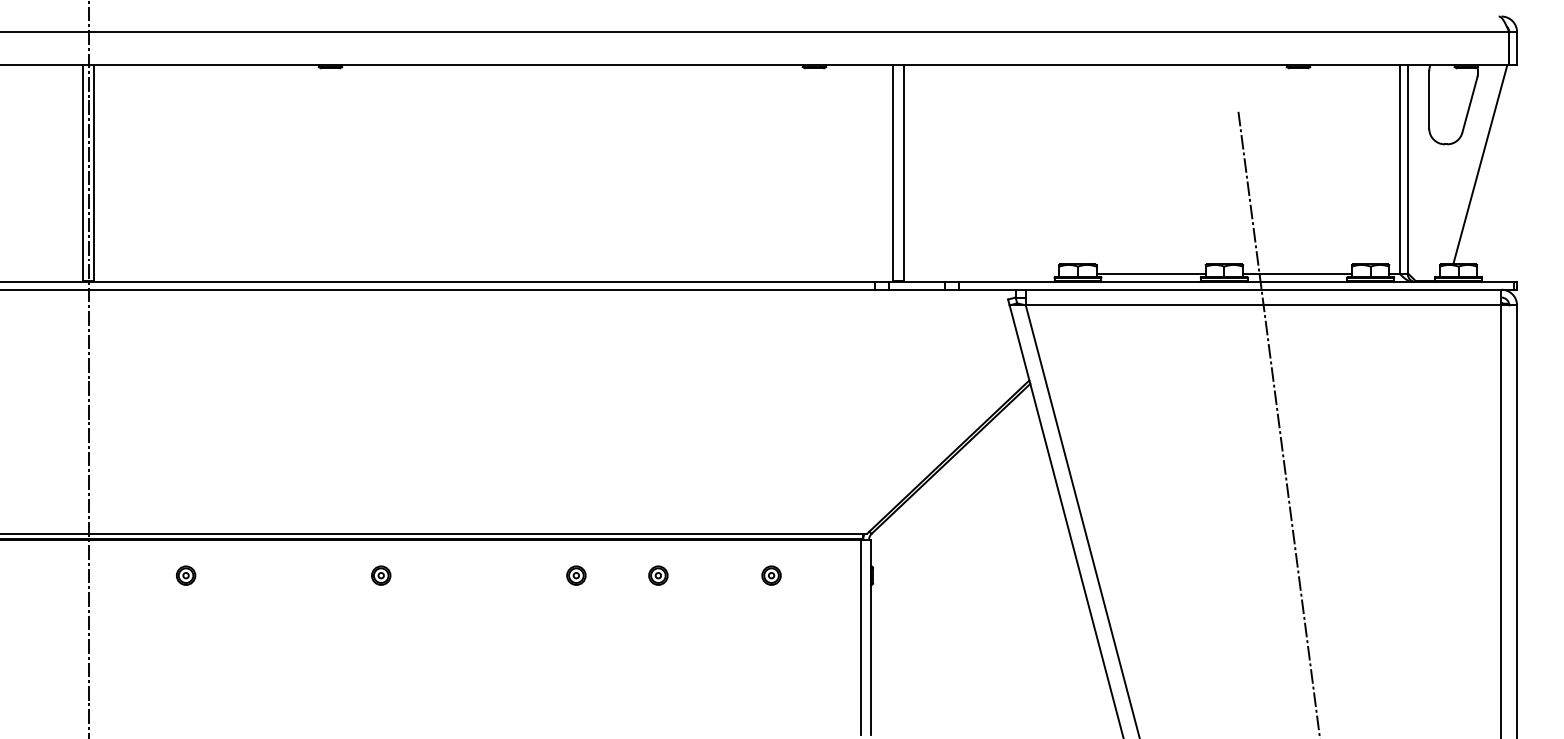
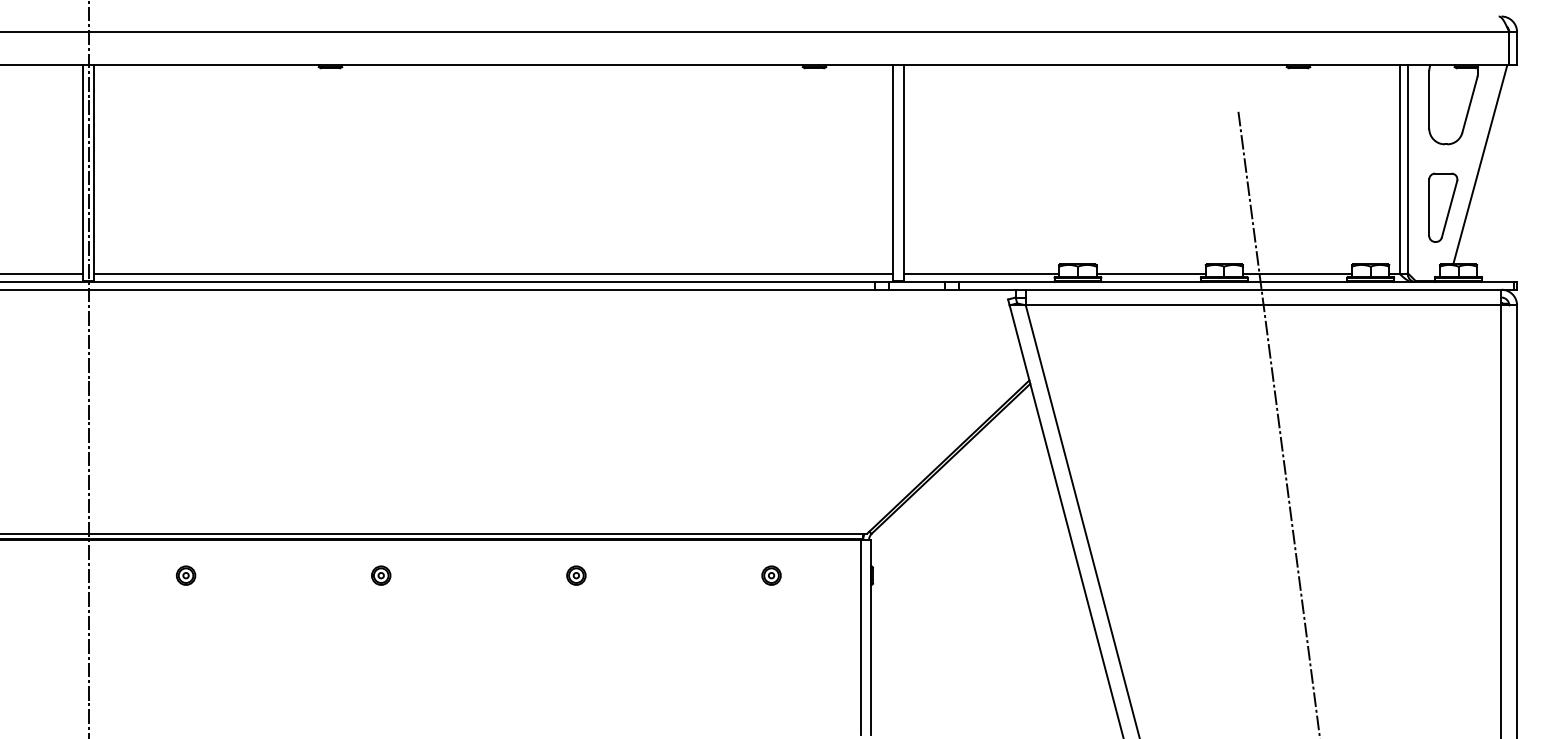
part at (1443, 207): none -> present
line at (42, 274): none -> present
line at (493, 274): none -> present
line at (981, 274): none -> present
part at (658, 575): present -> none
